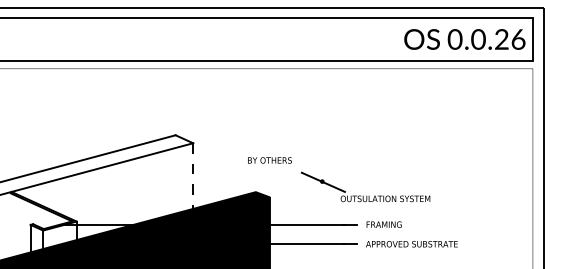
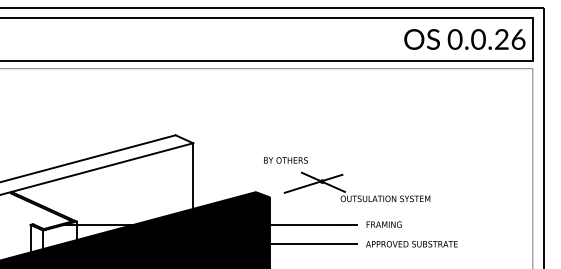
text at (269, 160) position: (269, 160) -> (285, 160)
line at (193, 176): dashed -> solid
line at (313, 183): none -> present
